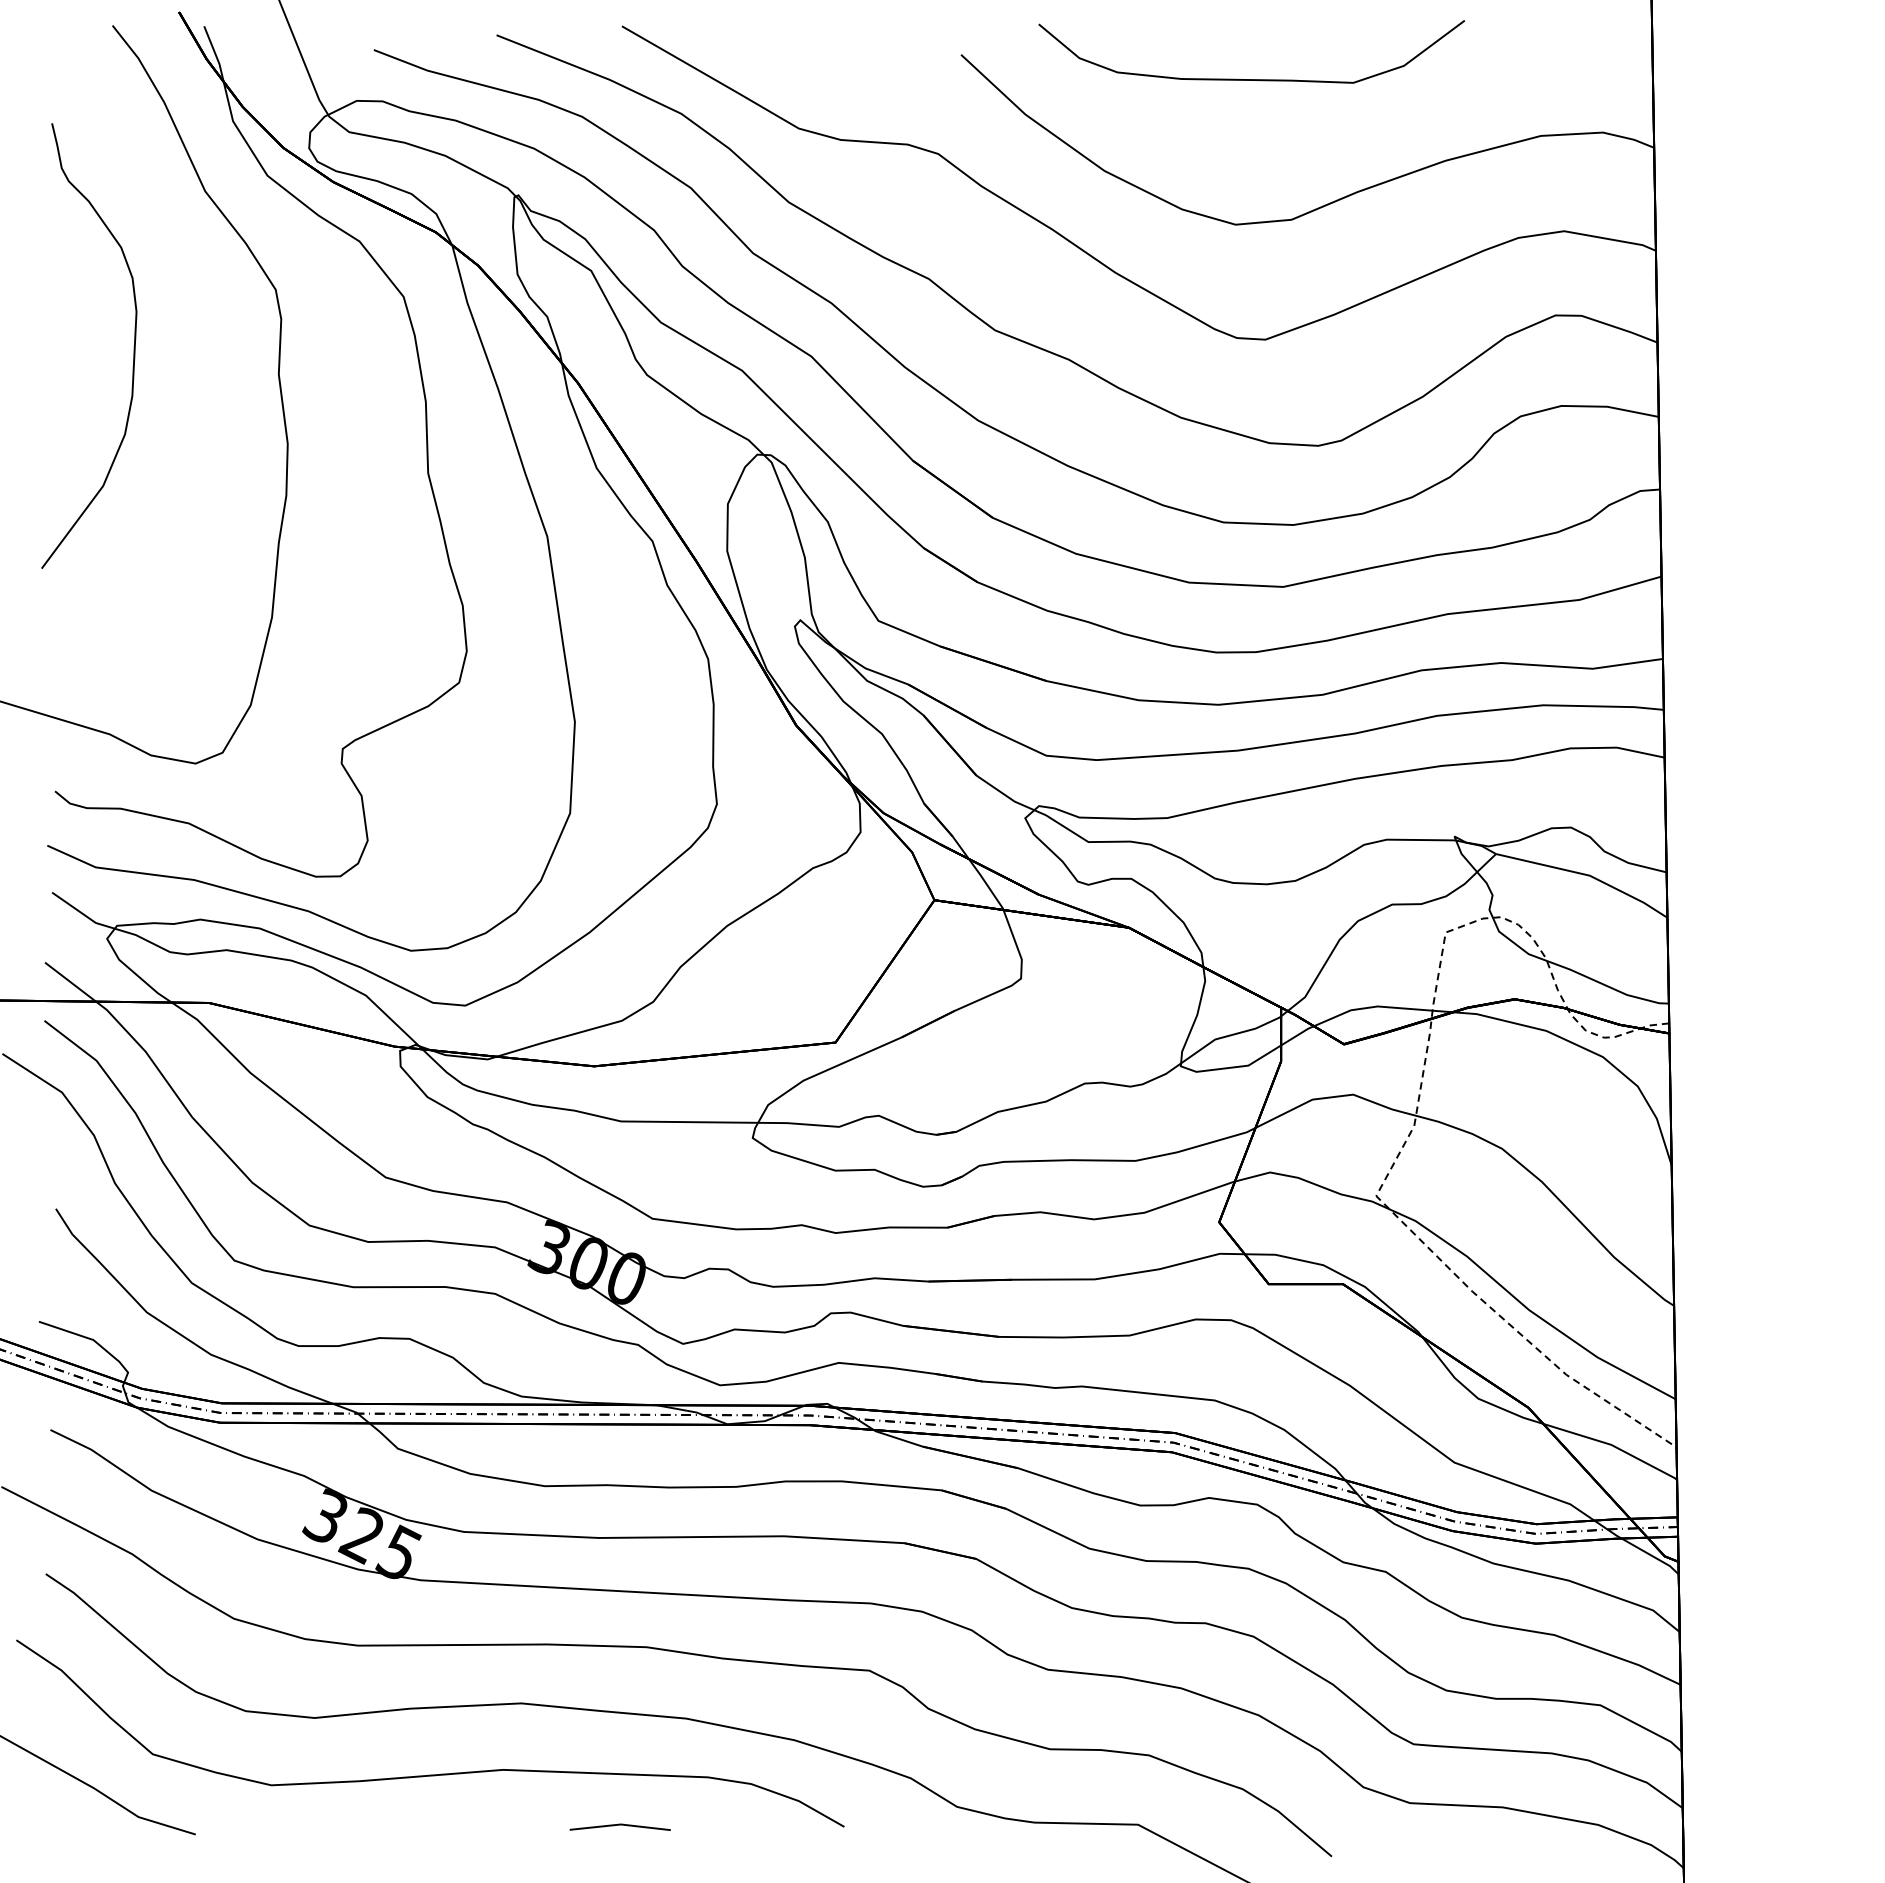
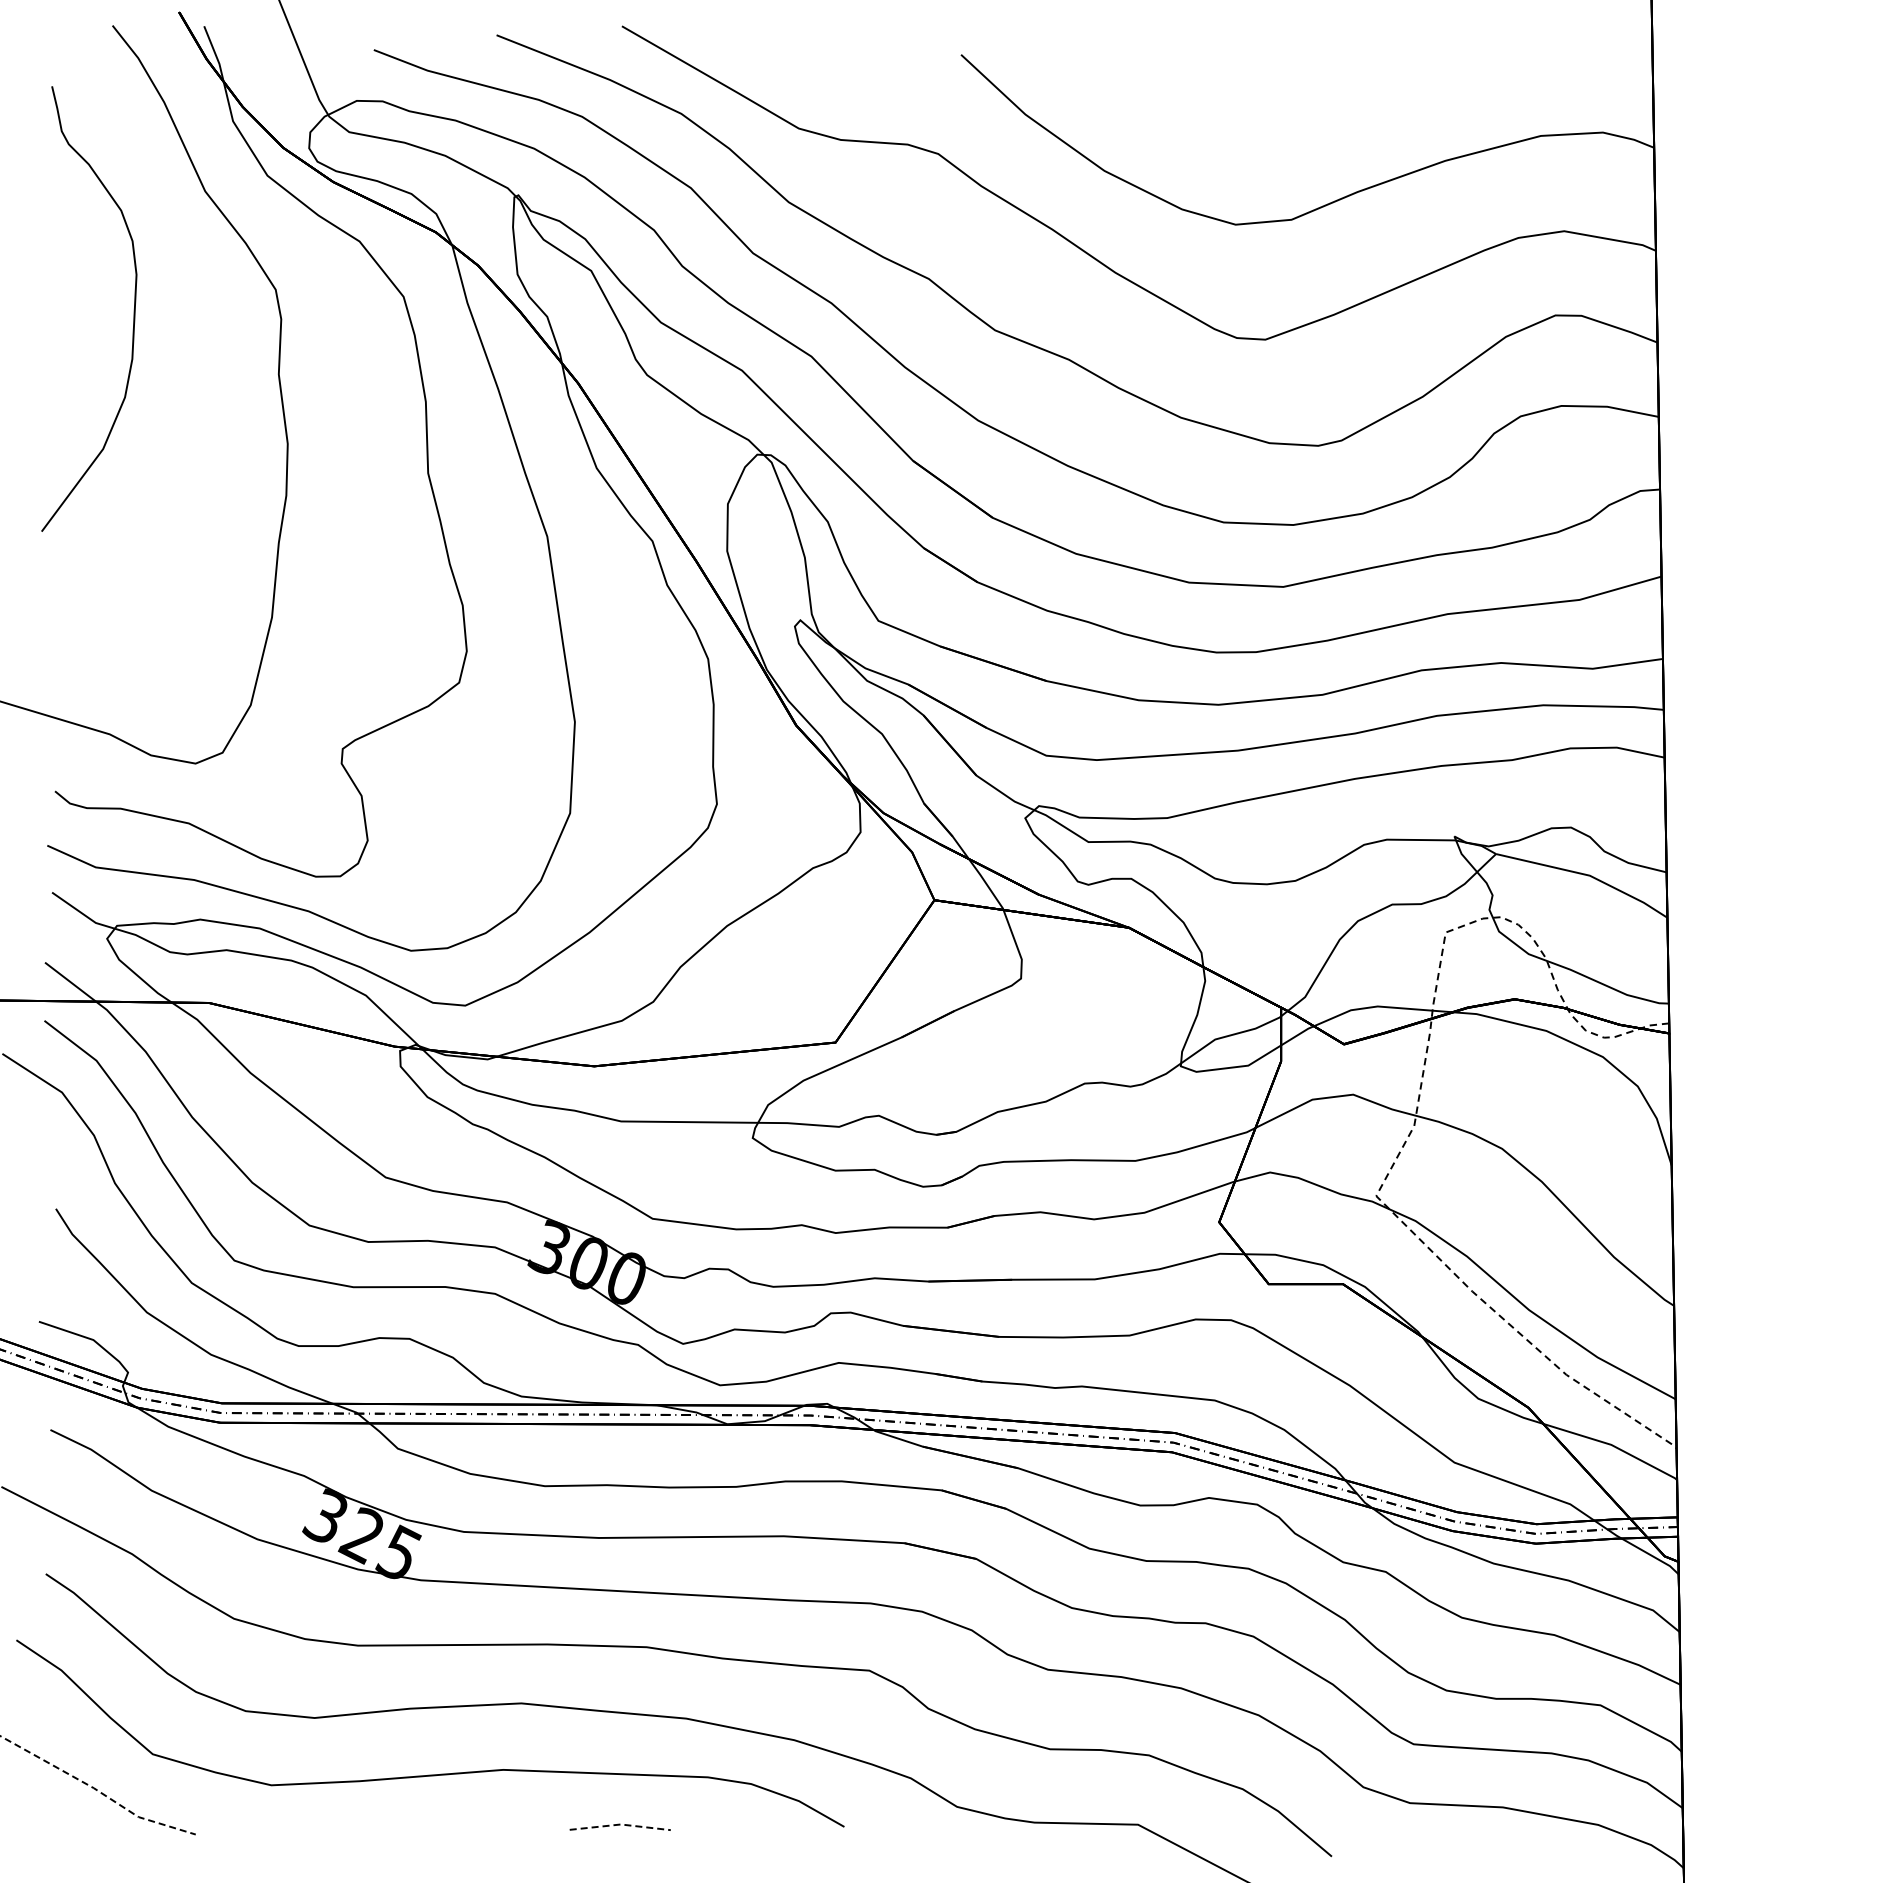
curve at (1251, 79): present -> none
curve at (133, 346) position: (133, 346) -> (133, 309)
line at (97, 1790): solid -> dashed
line at (620, 1824): solid -> dashed
